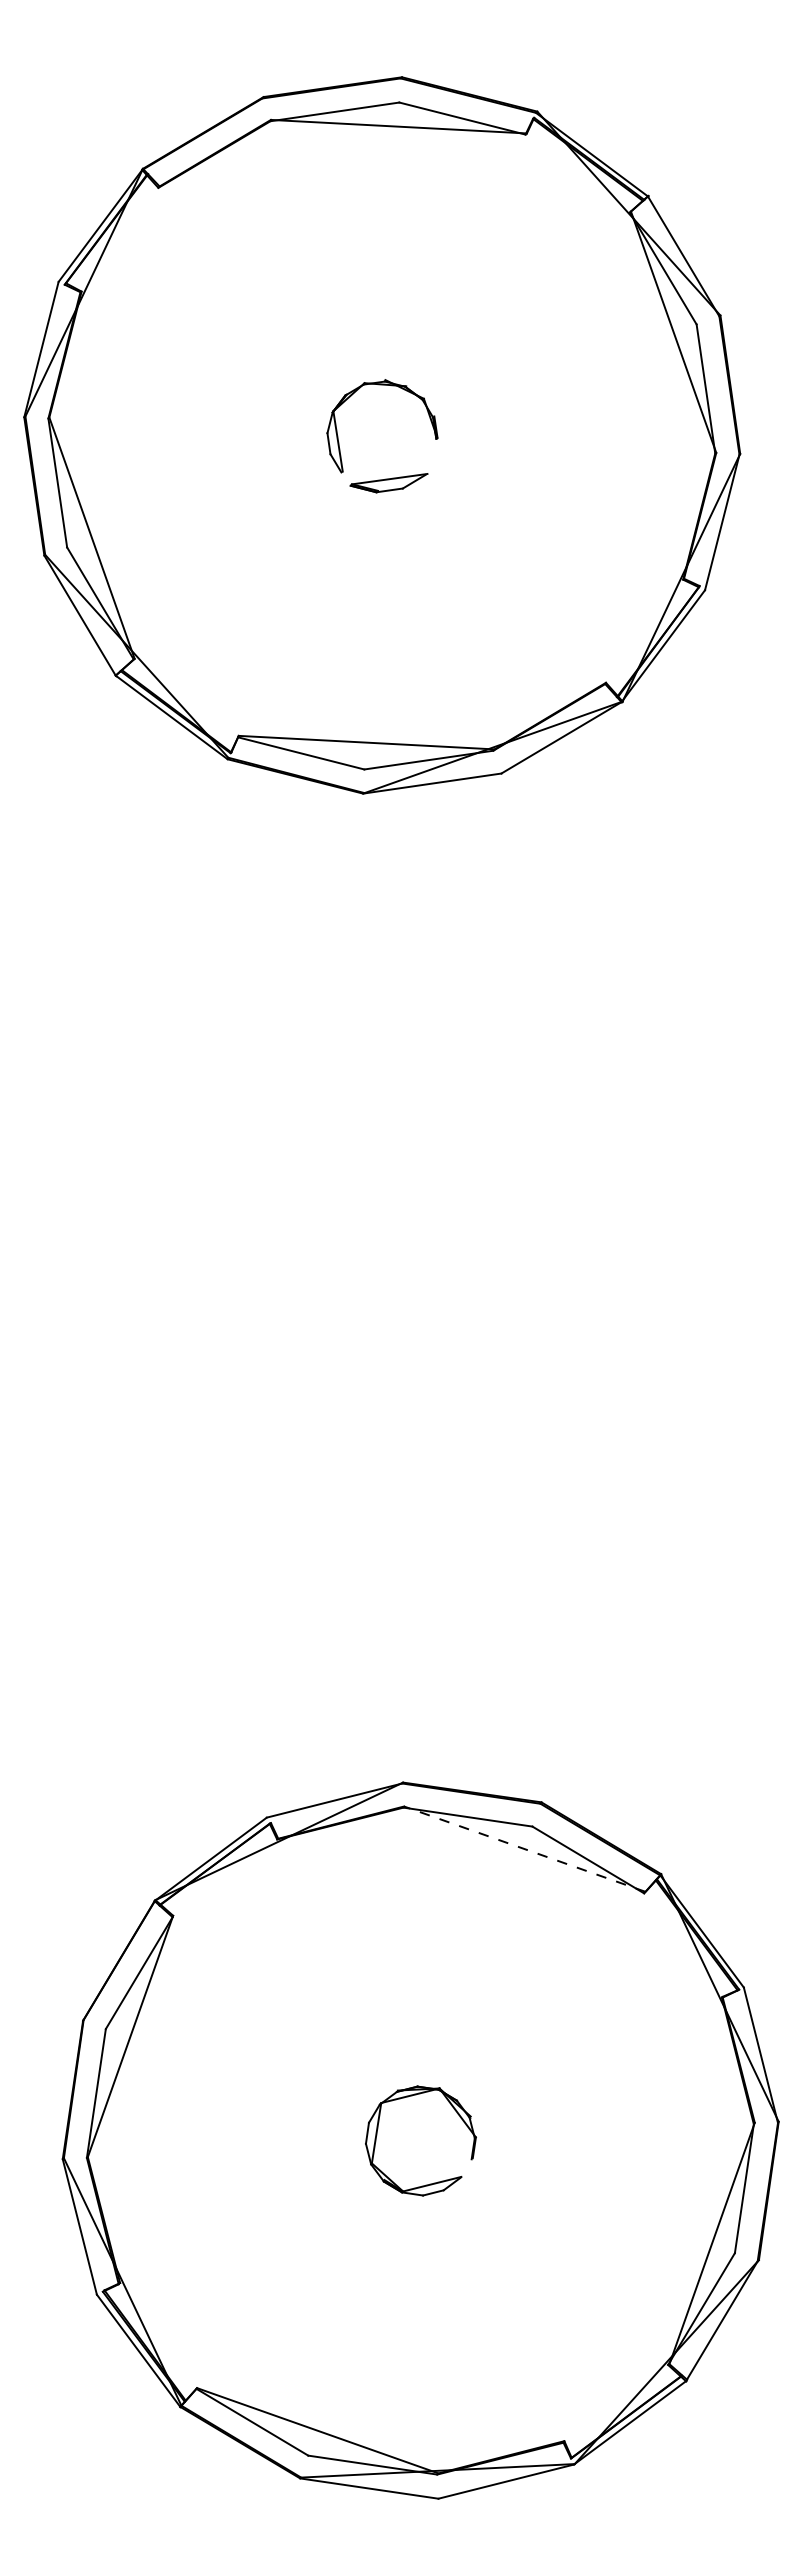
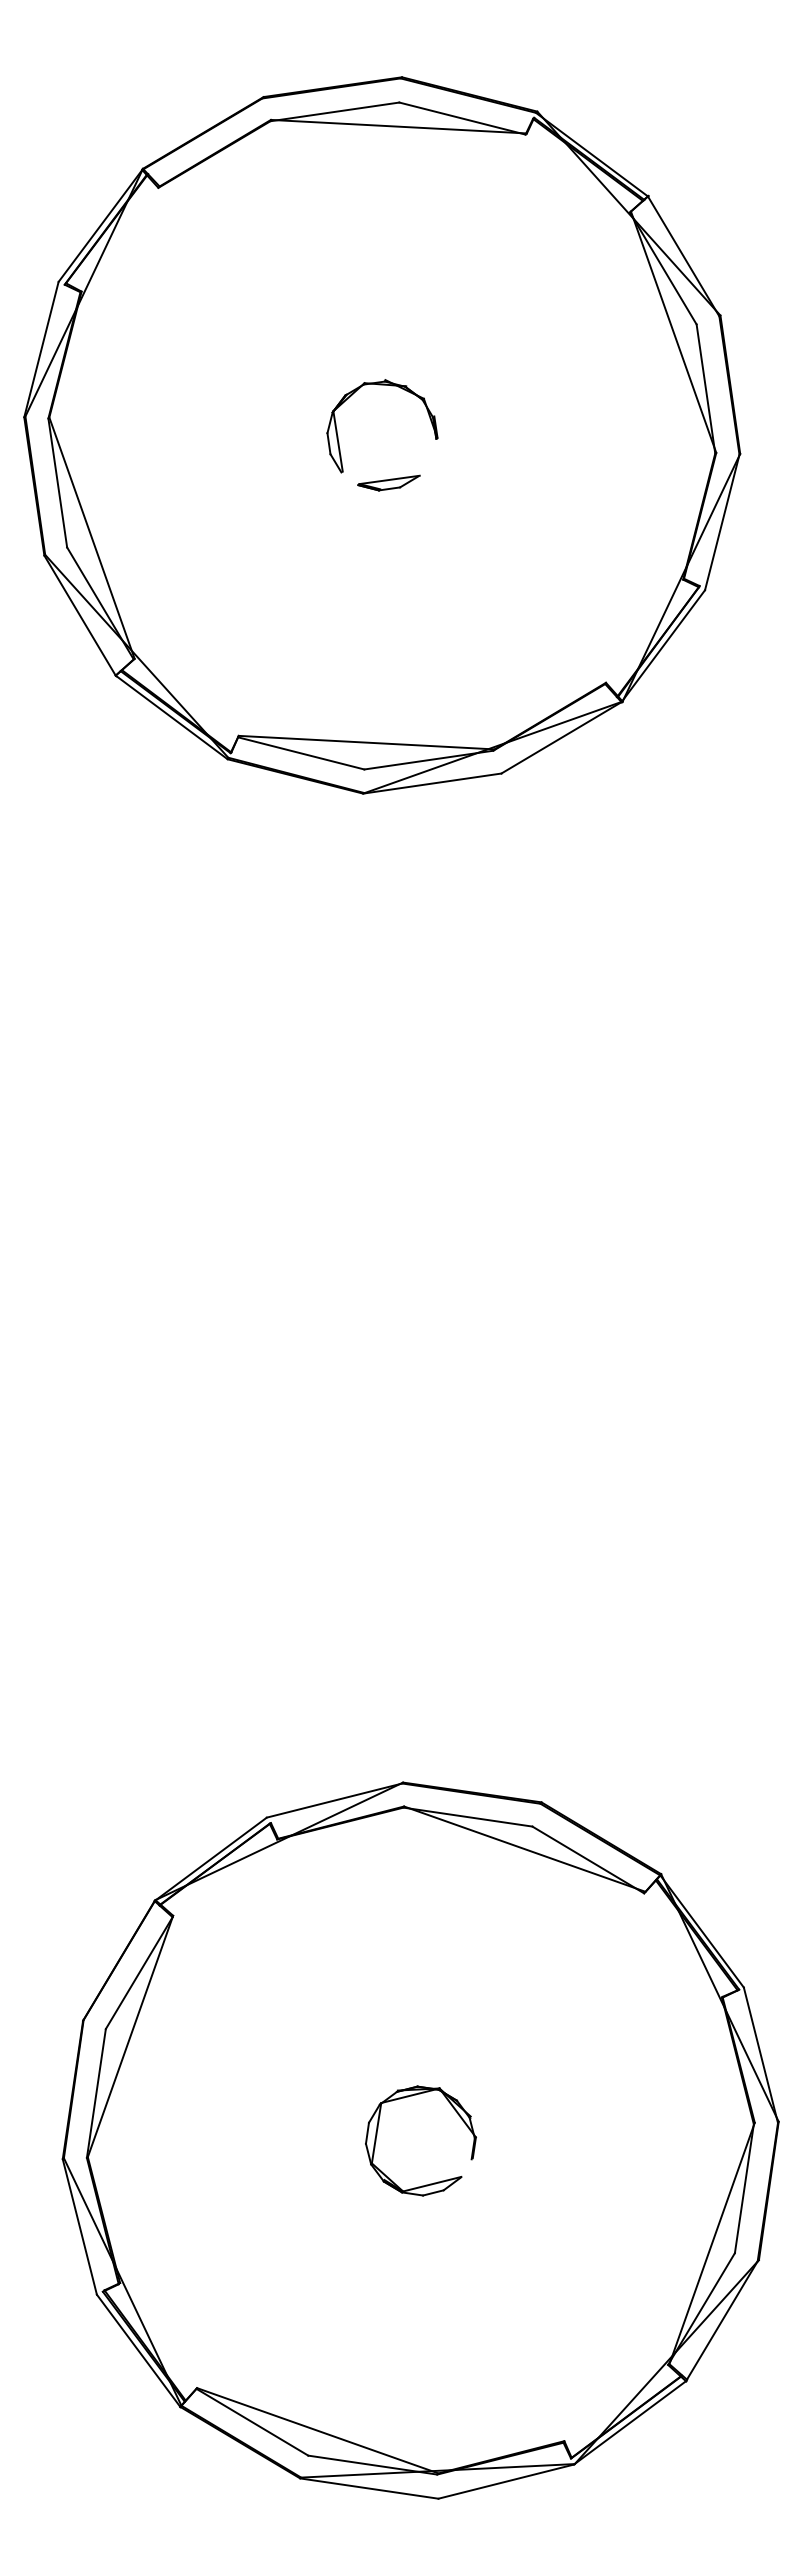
part at (388, 483) size: 80x21 px -> 64x18 px
line at (524, 1849): dashed -> solid
